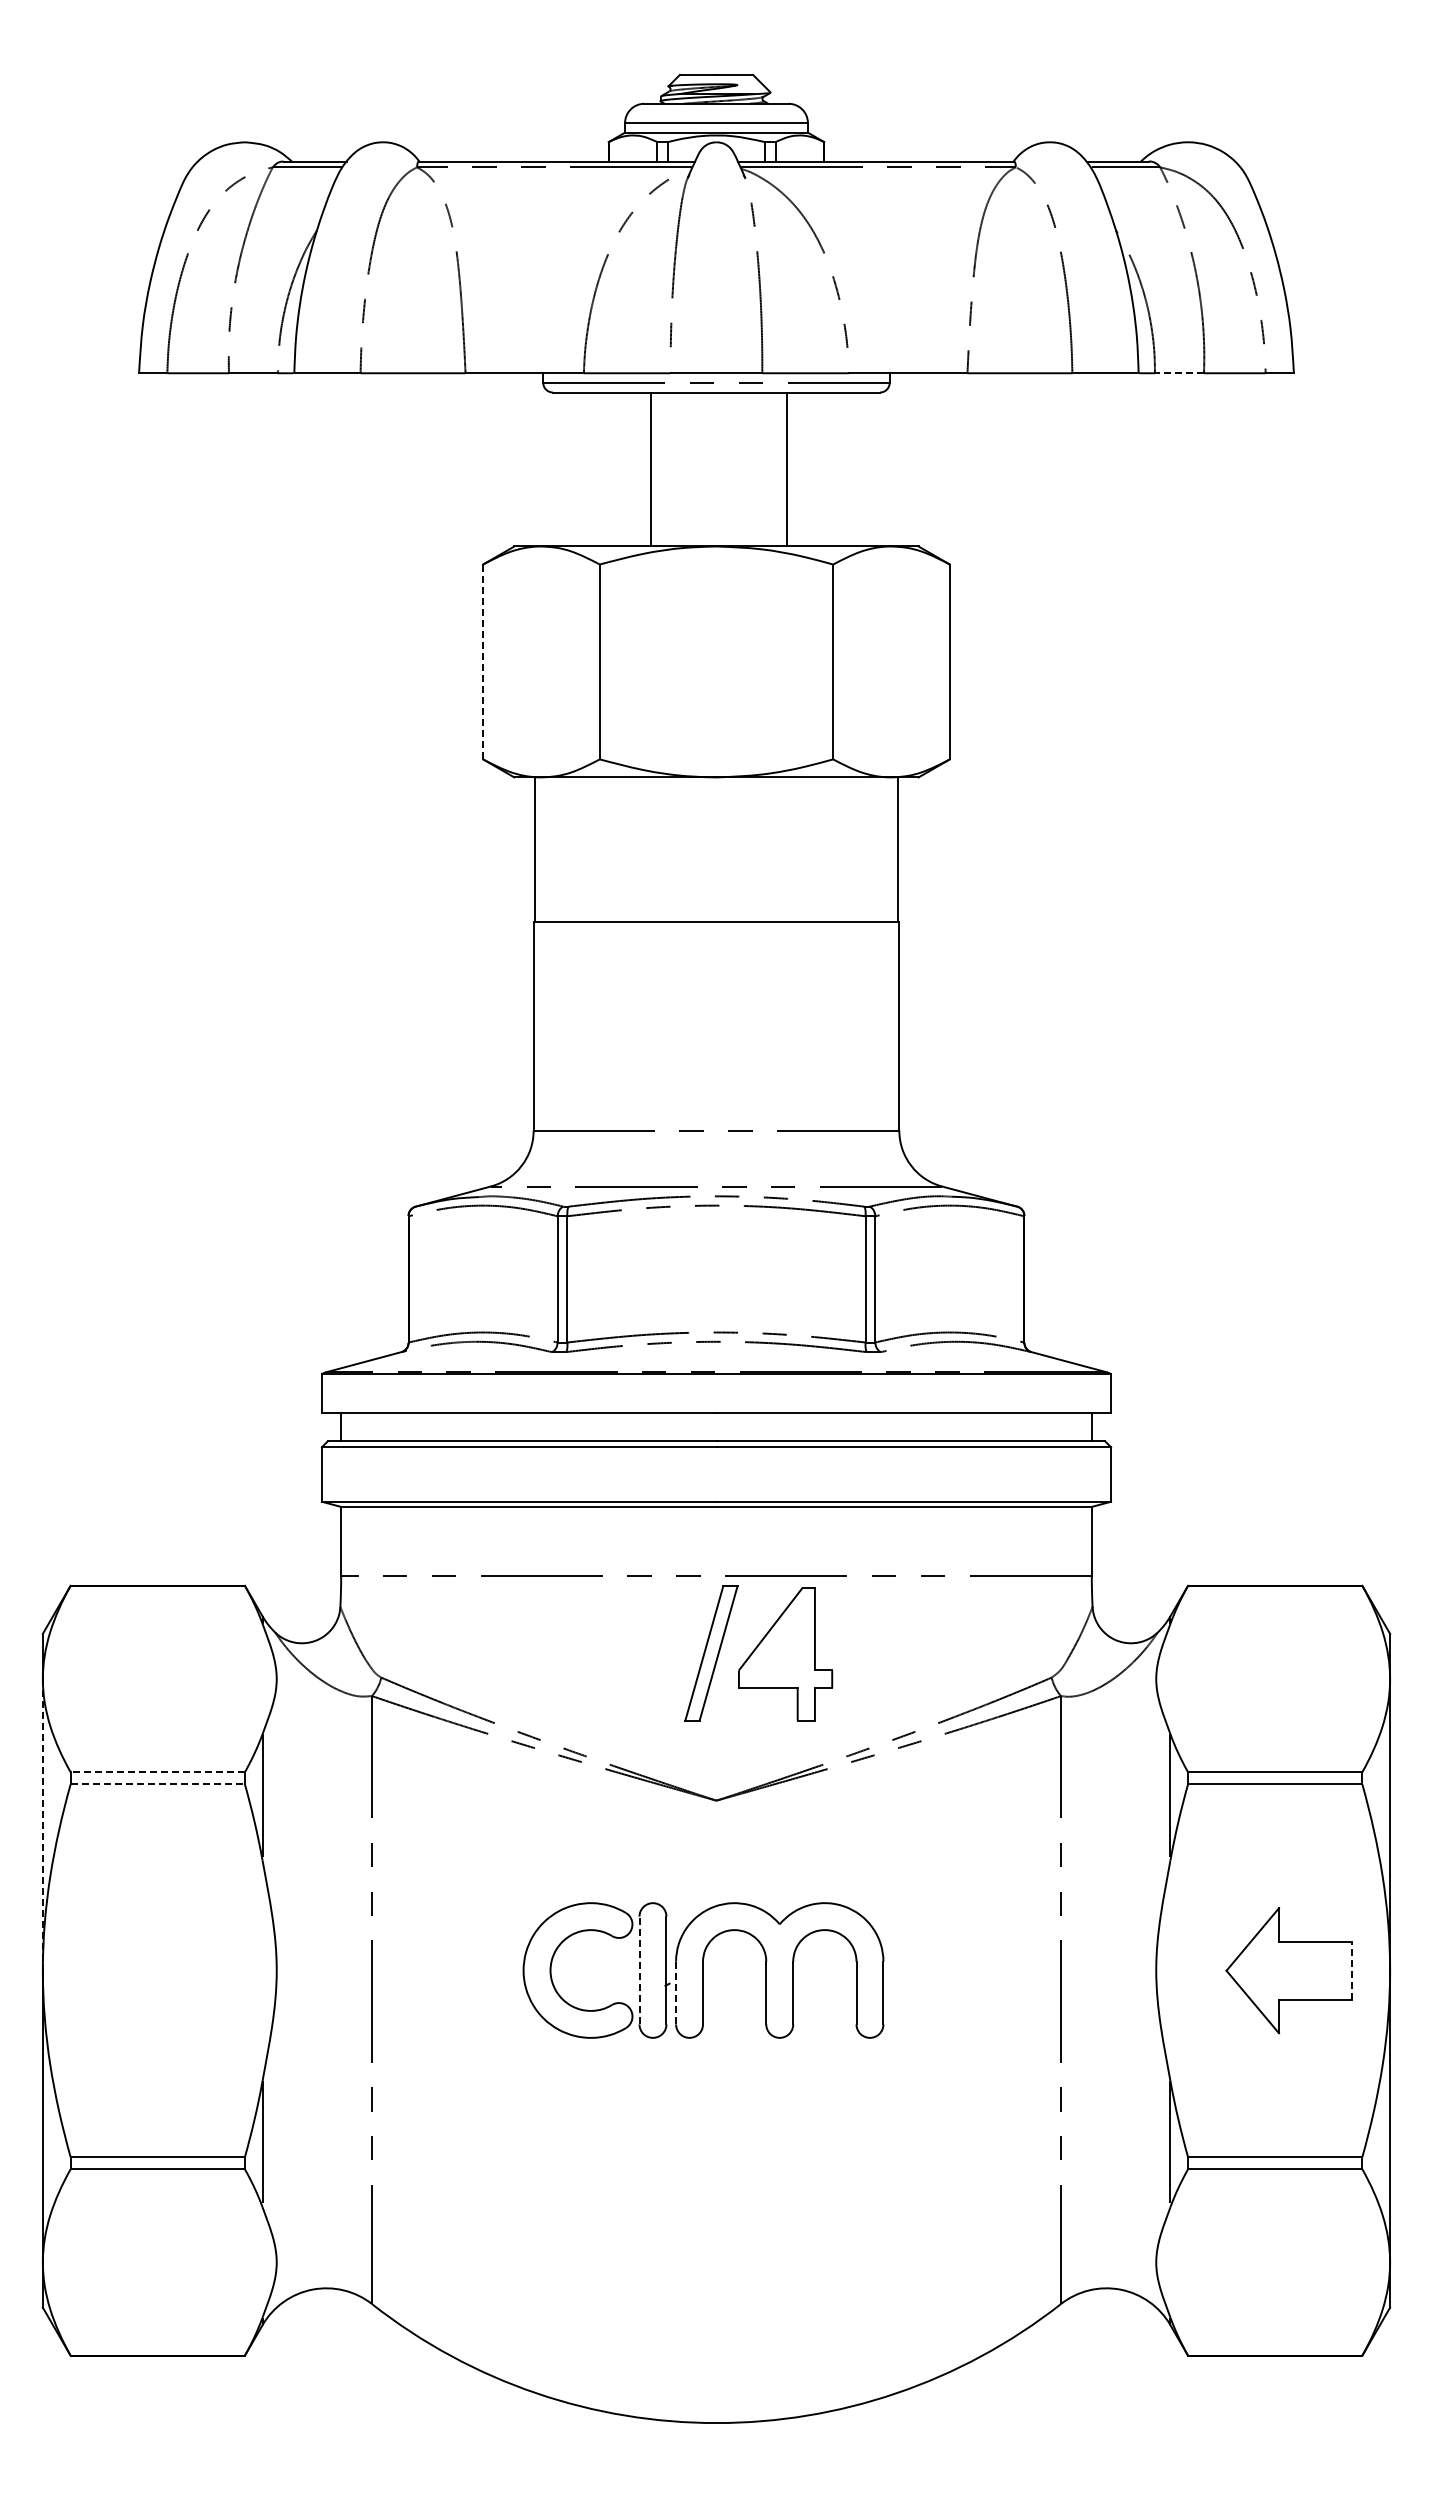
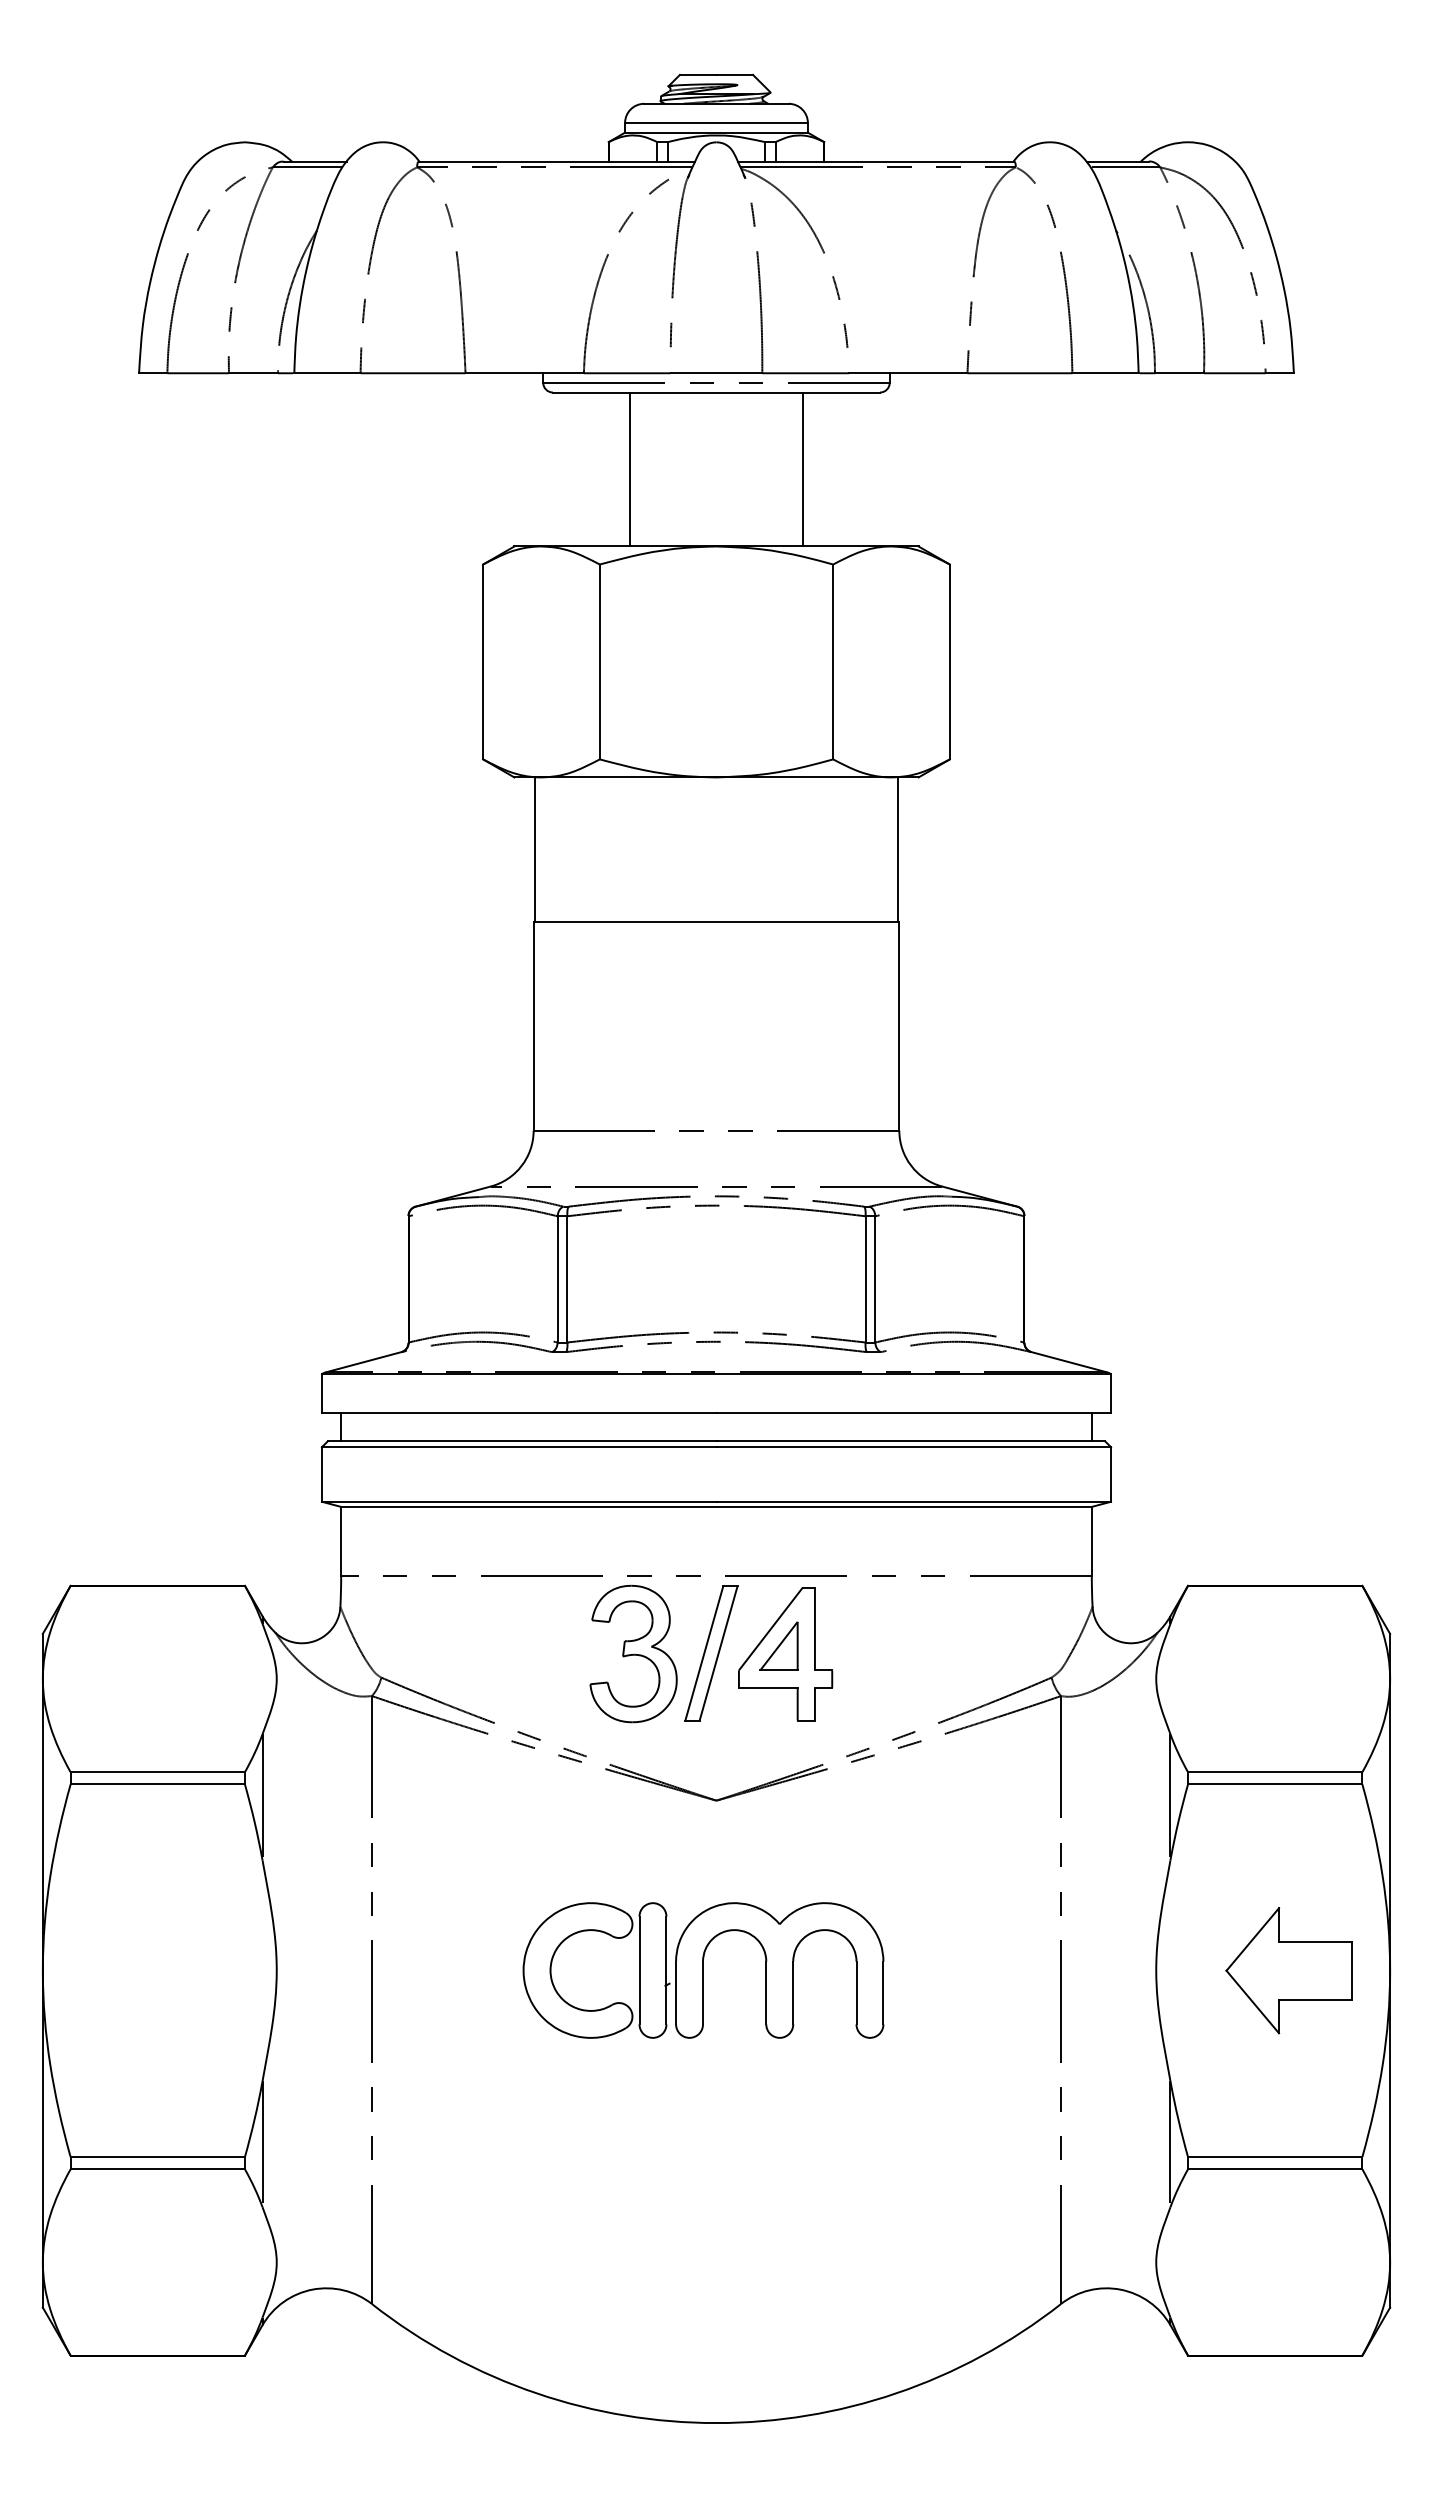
line at (1179, 373): dashed -> solid
line at (650, 469) position: (650, 469) -> (629, 469)
line at (787, 469) position: (787, 469) -> (803, 469)
line at (483, 662): dashed -> solid
part at (778, 1645): none -> present
part at (633, 1653): none -> present
line at (157, 1772): dashed -> solid
line at (158, 1784): dashed -> solid
line at (42, 1824): dashed -> solid
line at (639, 1970): dashed -> solid
line at (1351, 1970): dashed -> solid
line at (676, 1992): dashed -> solid
